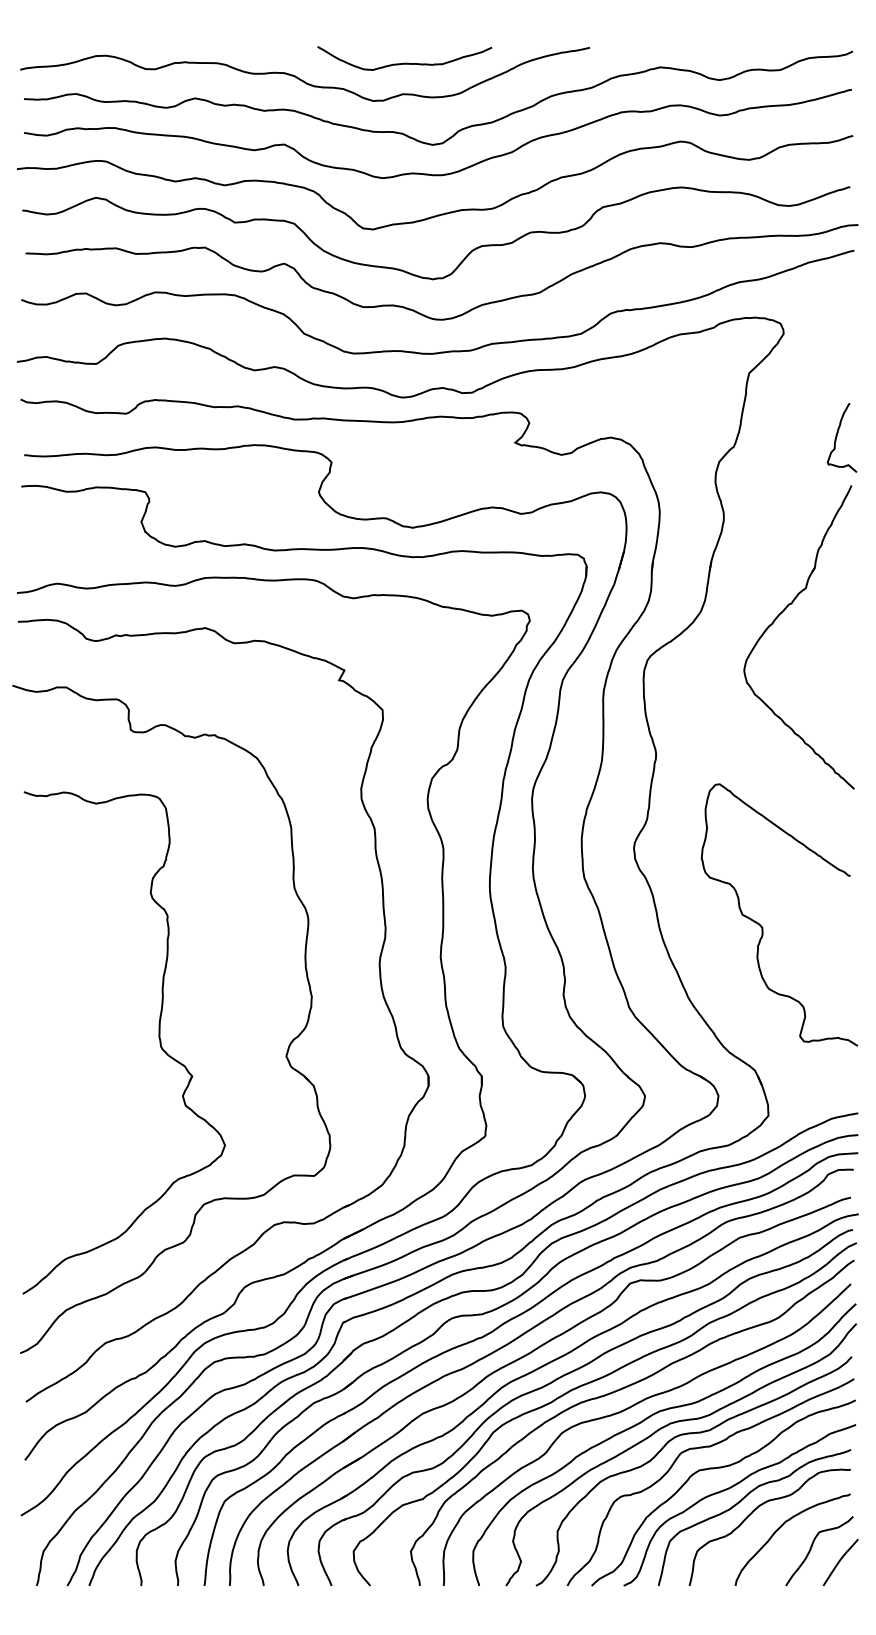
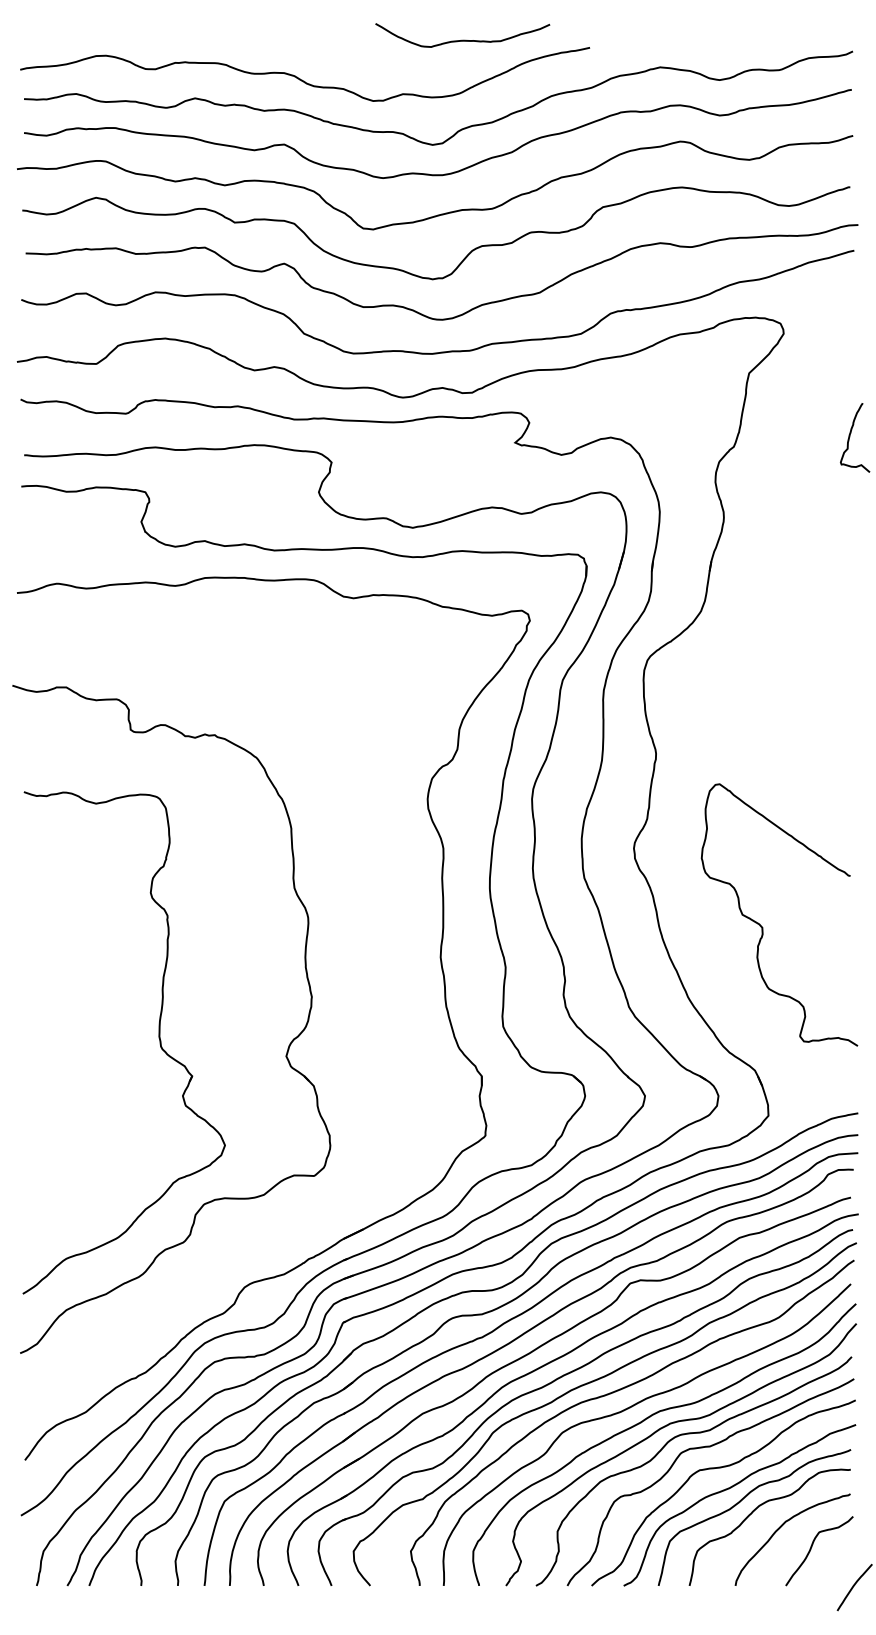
curve at (404, 62) position: (404, 62) -> (462, 39)
curve at (837, 437) position: (837, 437) -> (850, 437)
part at (778, 617): present -> none
part at (380, 988): present -> none
curve at (840, 1561) position: (840, 1561) -> (854, 1586)
